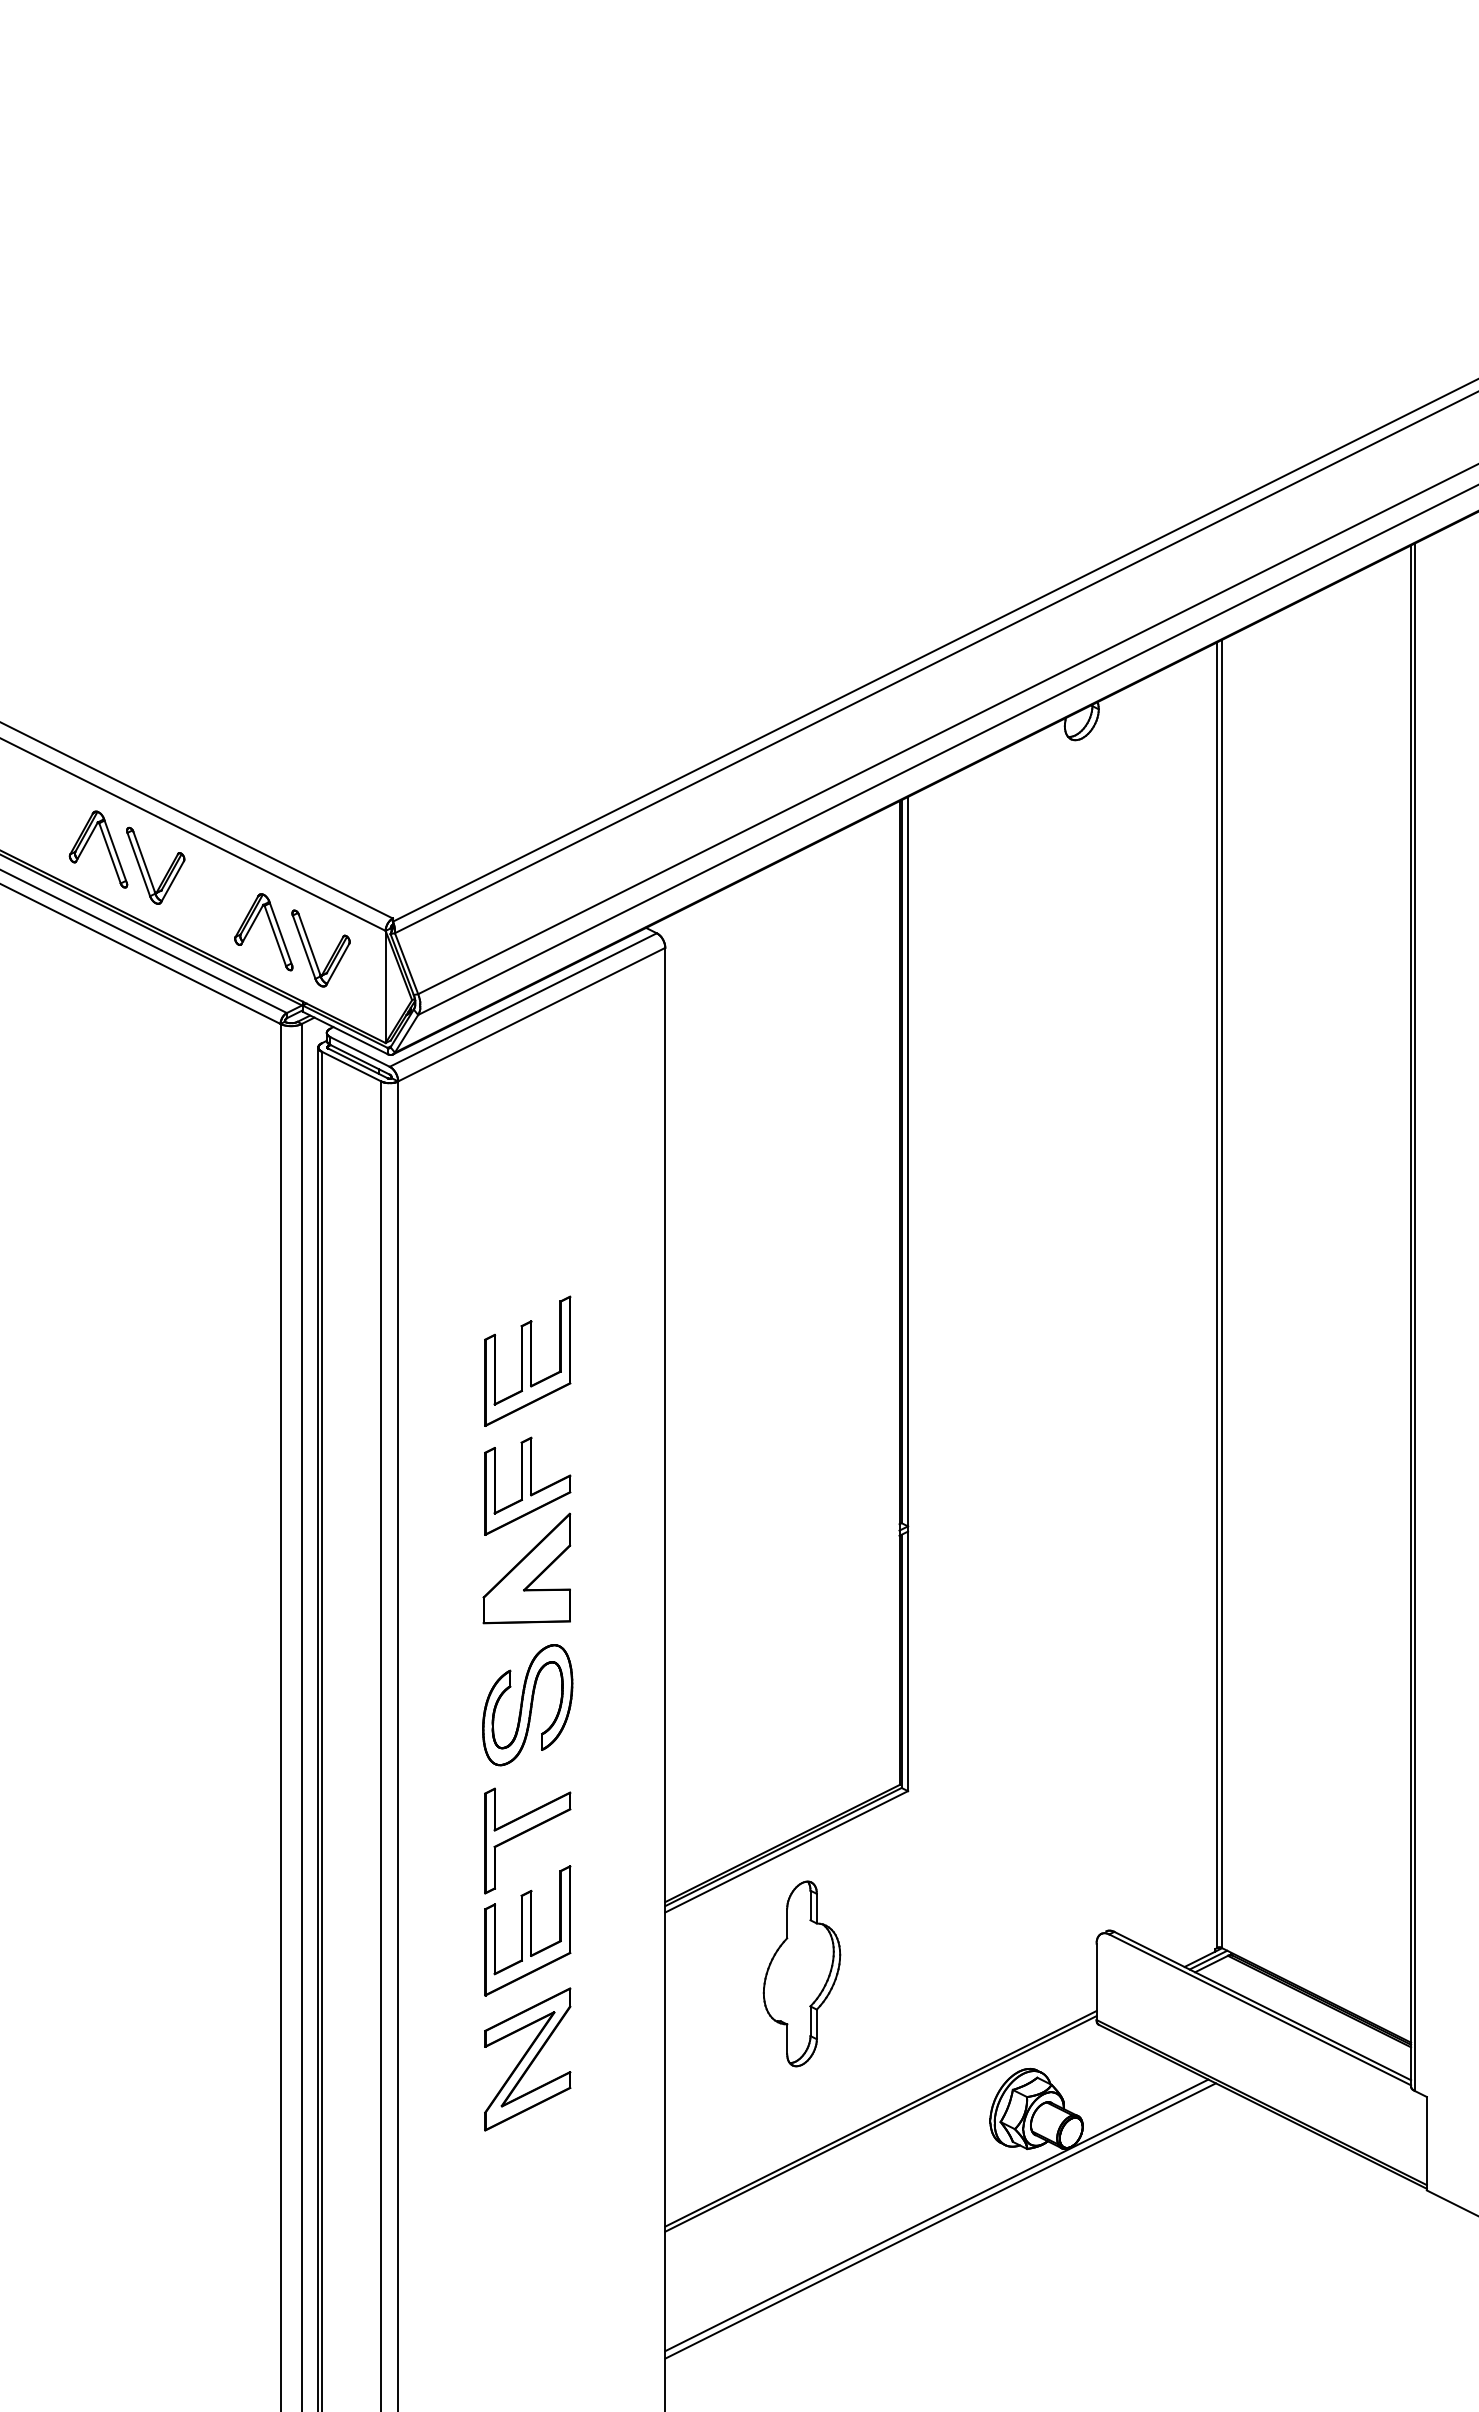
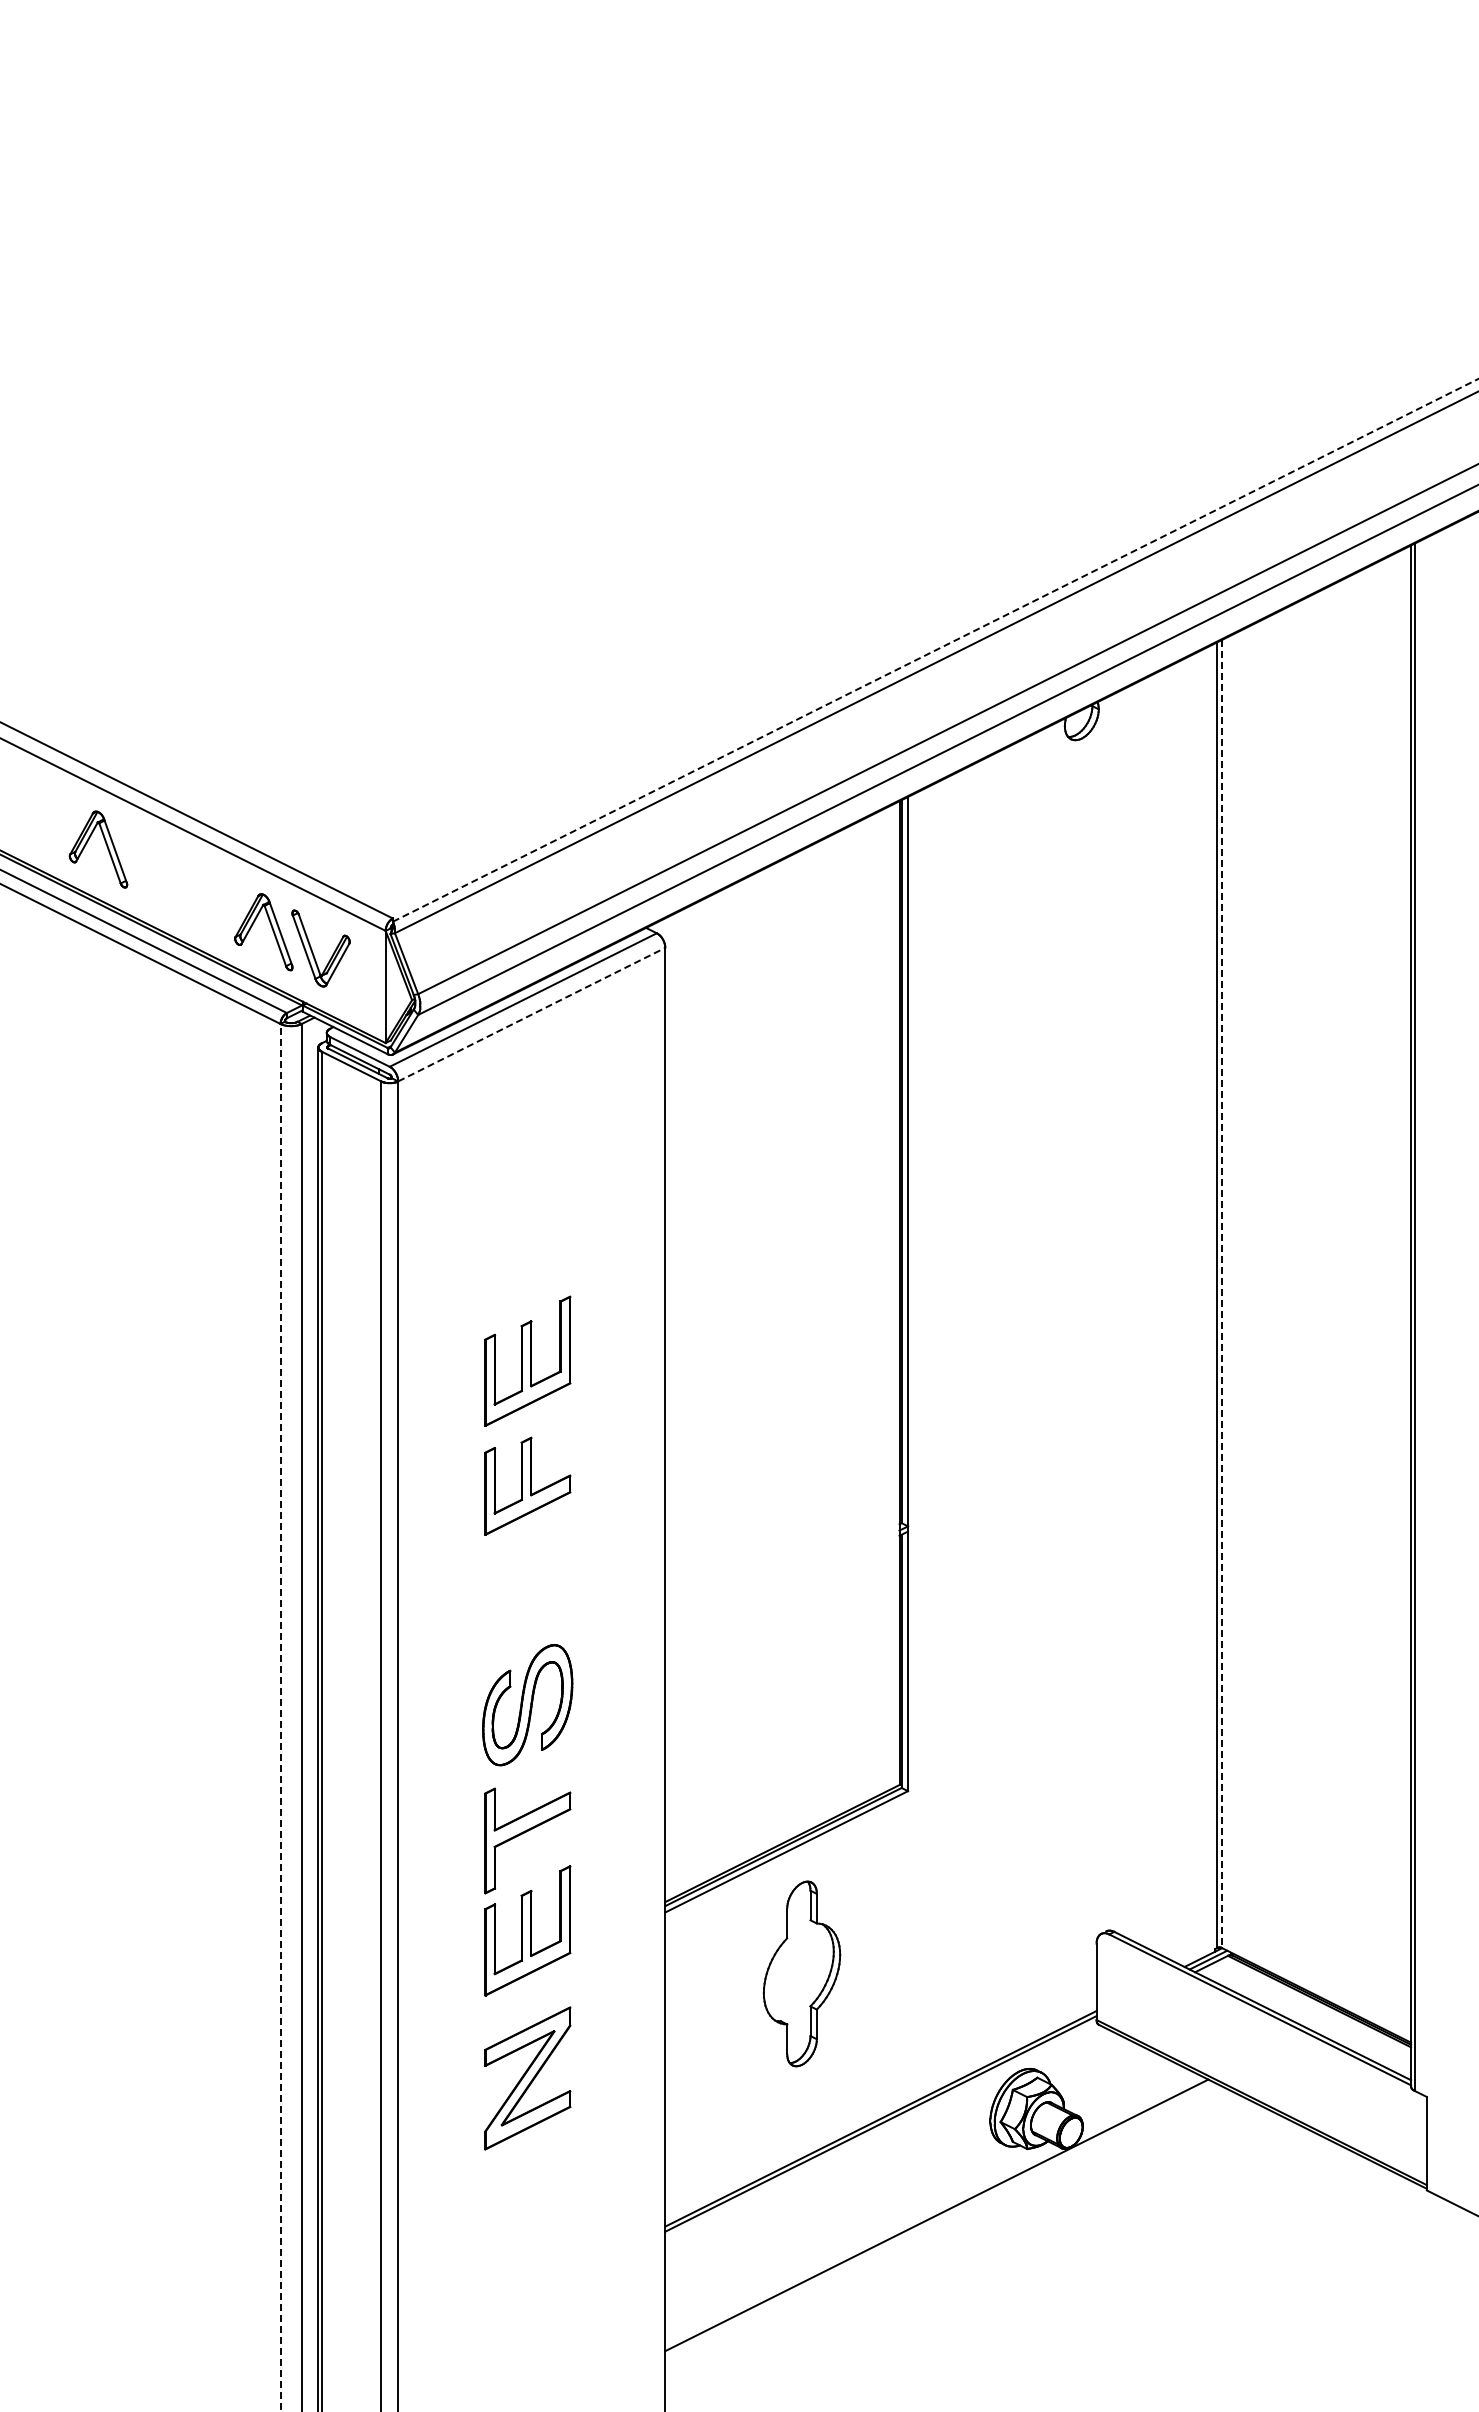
line at (935, 650): solid -> dashed
part at (147, 867): present -> none
line at (532, 1014): solid -> dashed
line at (1221, 1294): solid -> dashed
part at (526, 1568): present -> none
line at (280, 1717): solid -> dashed
part at (527, 2059) position: (527, 2059) -> (527, 2078)
line at (940, 2220): present -> none
